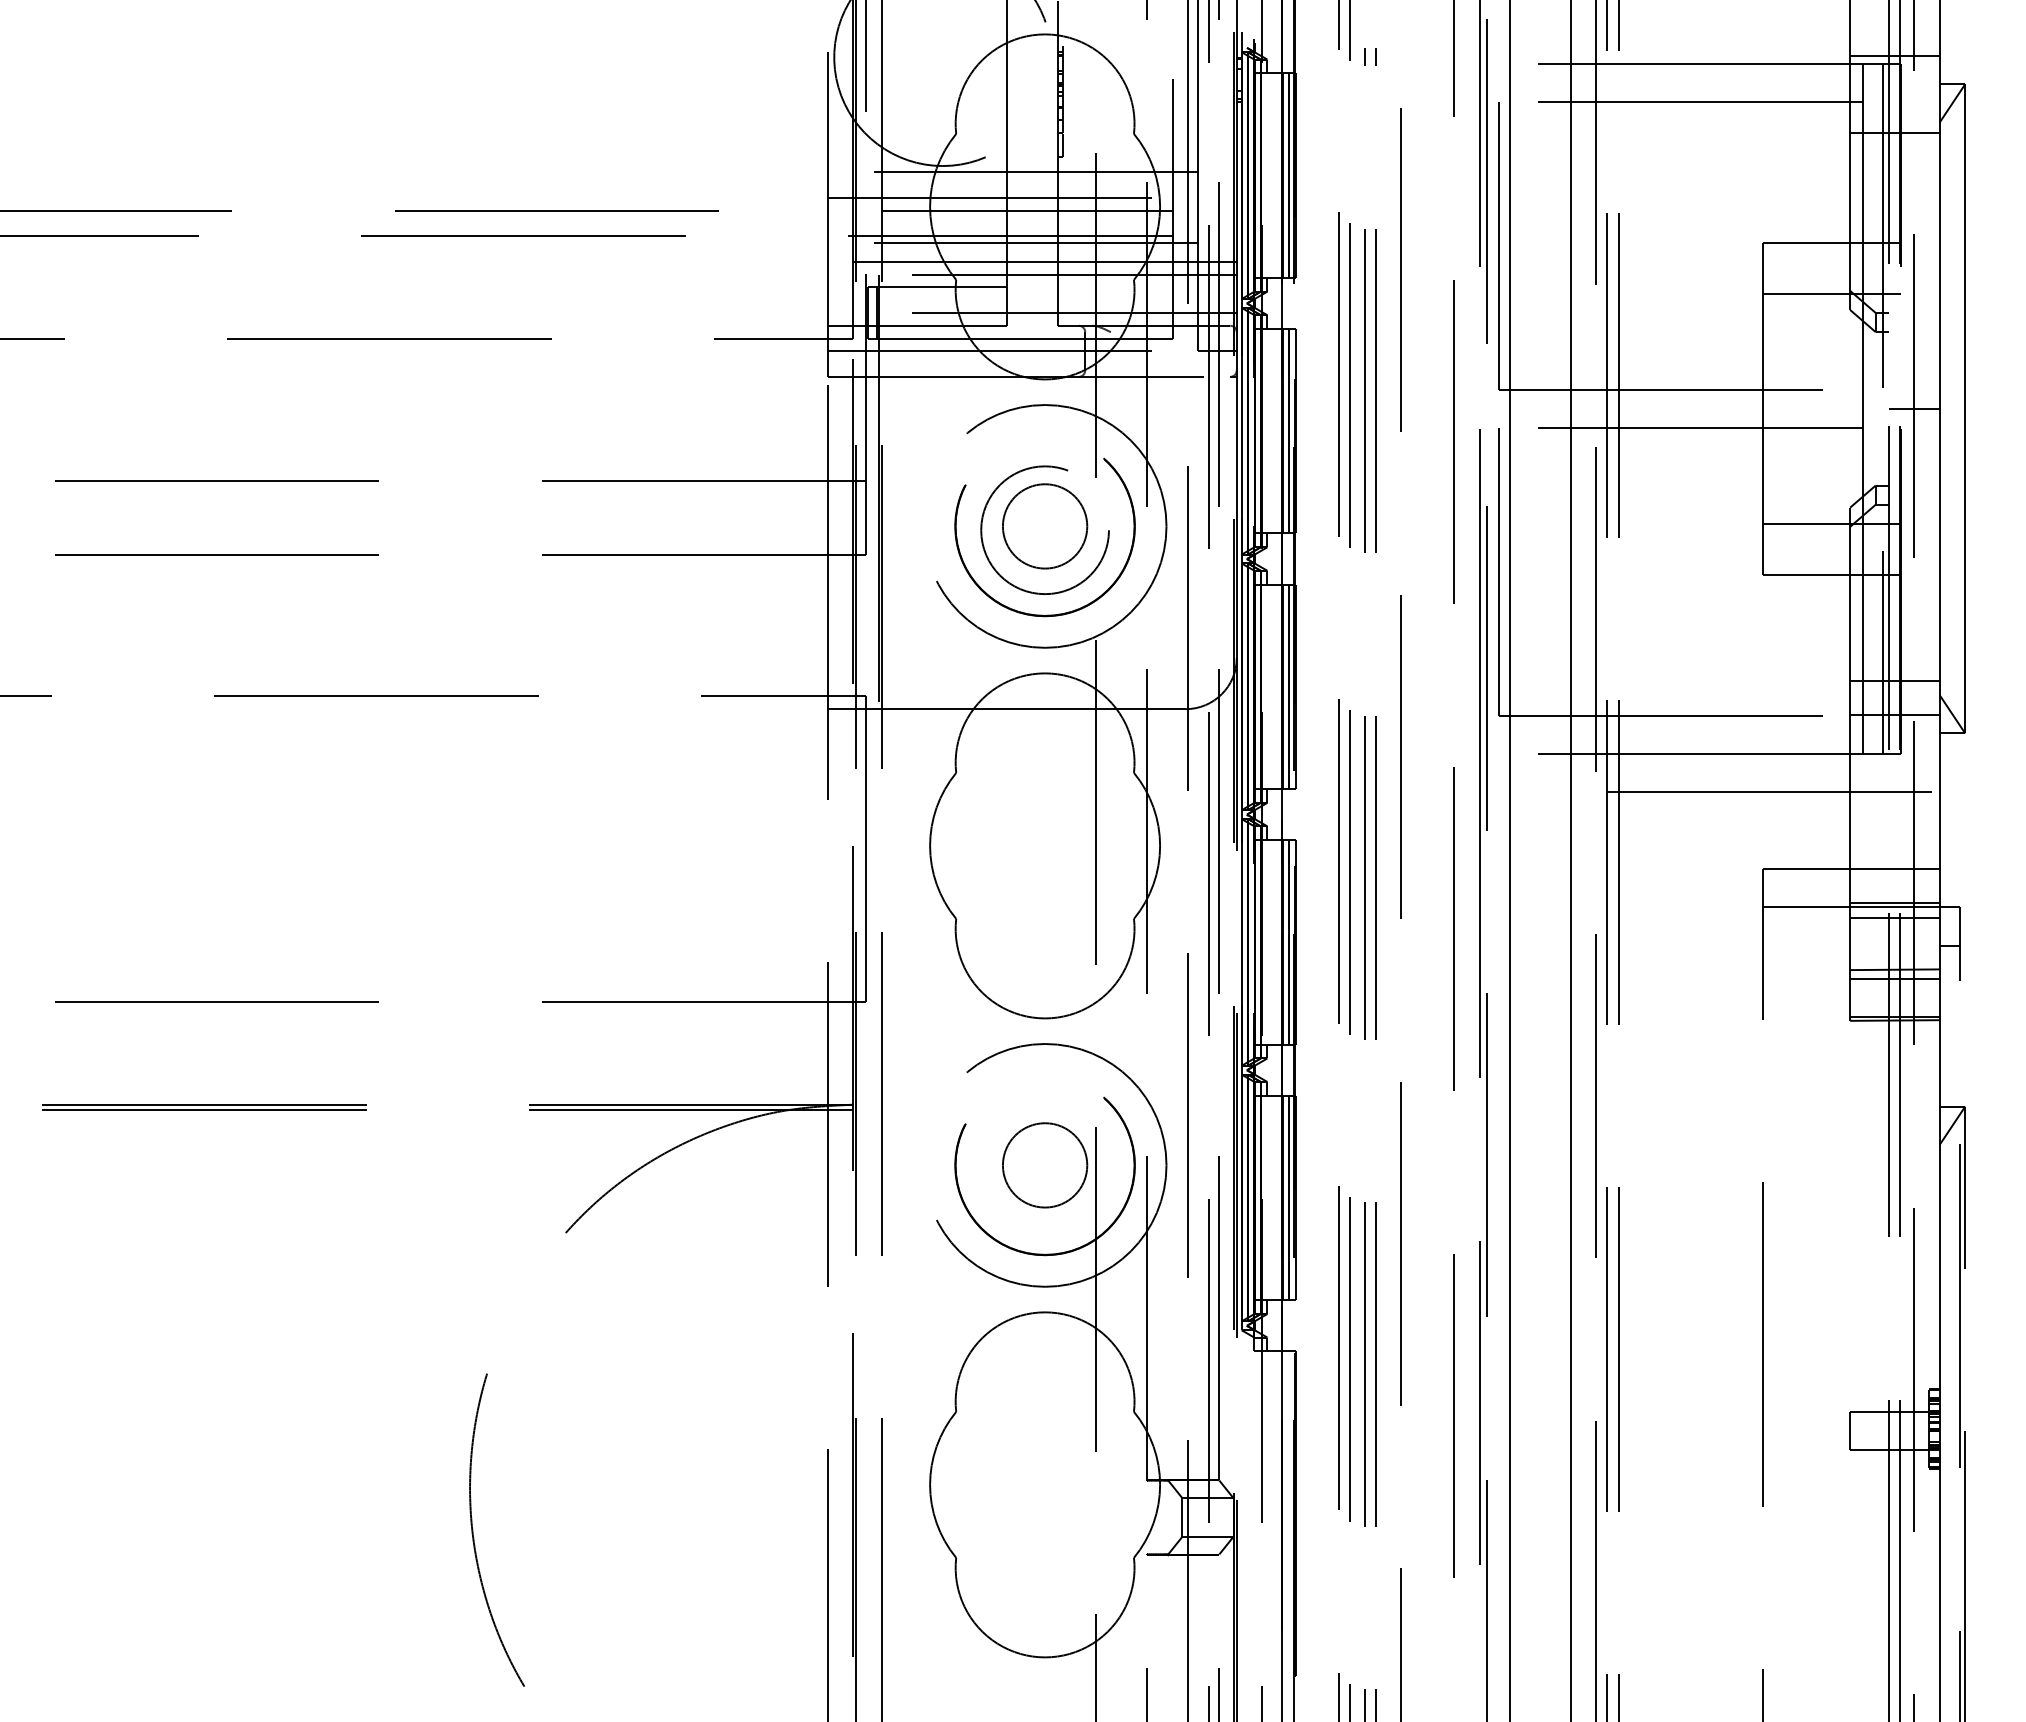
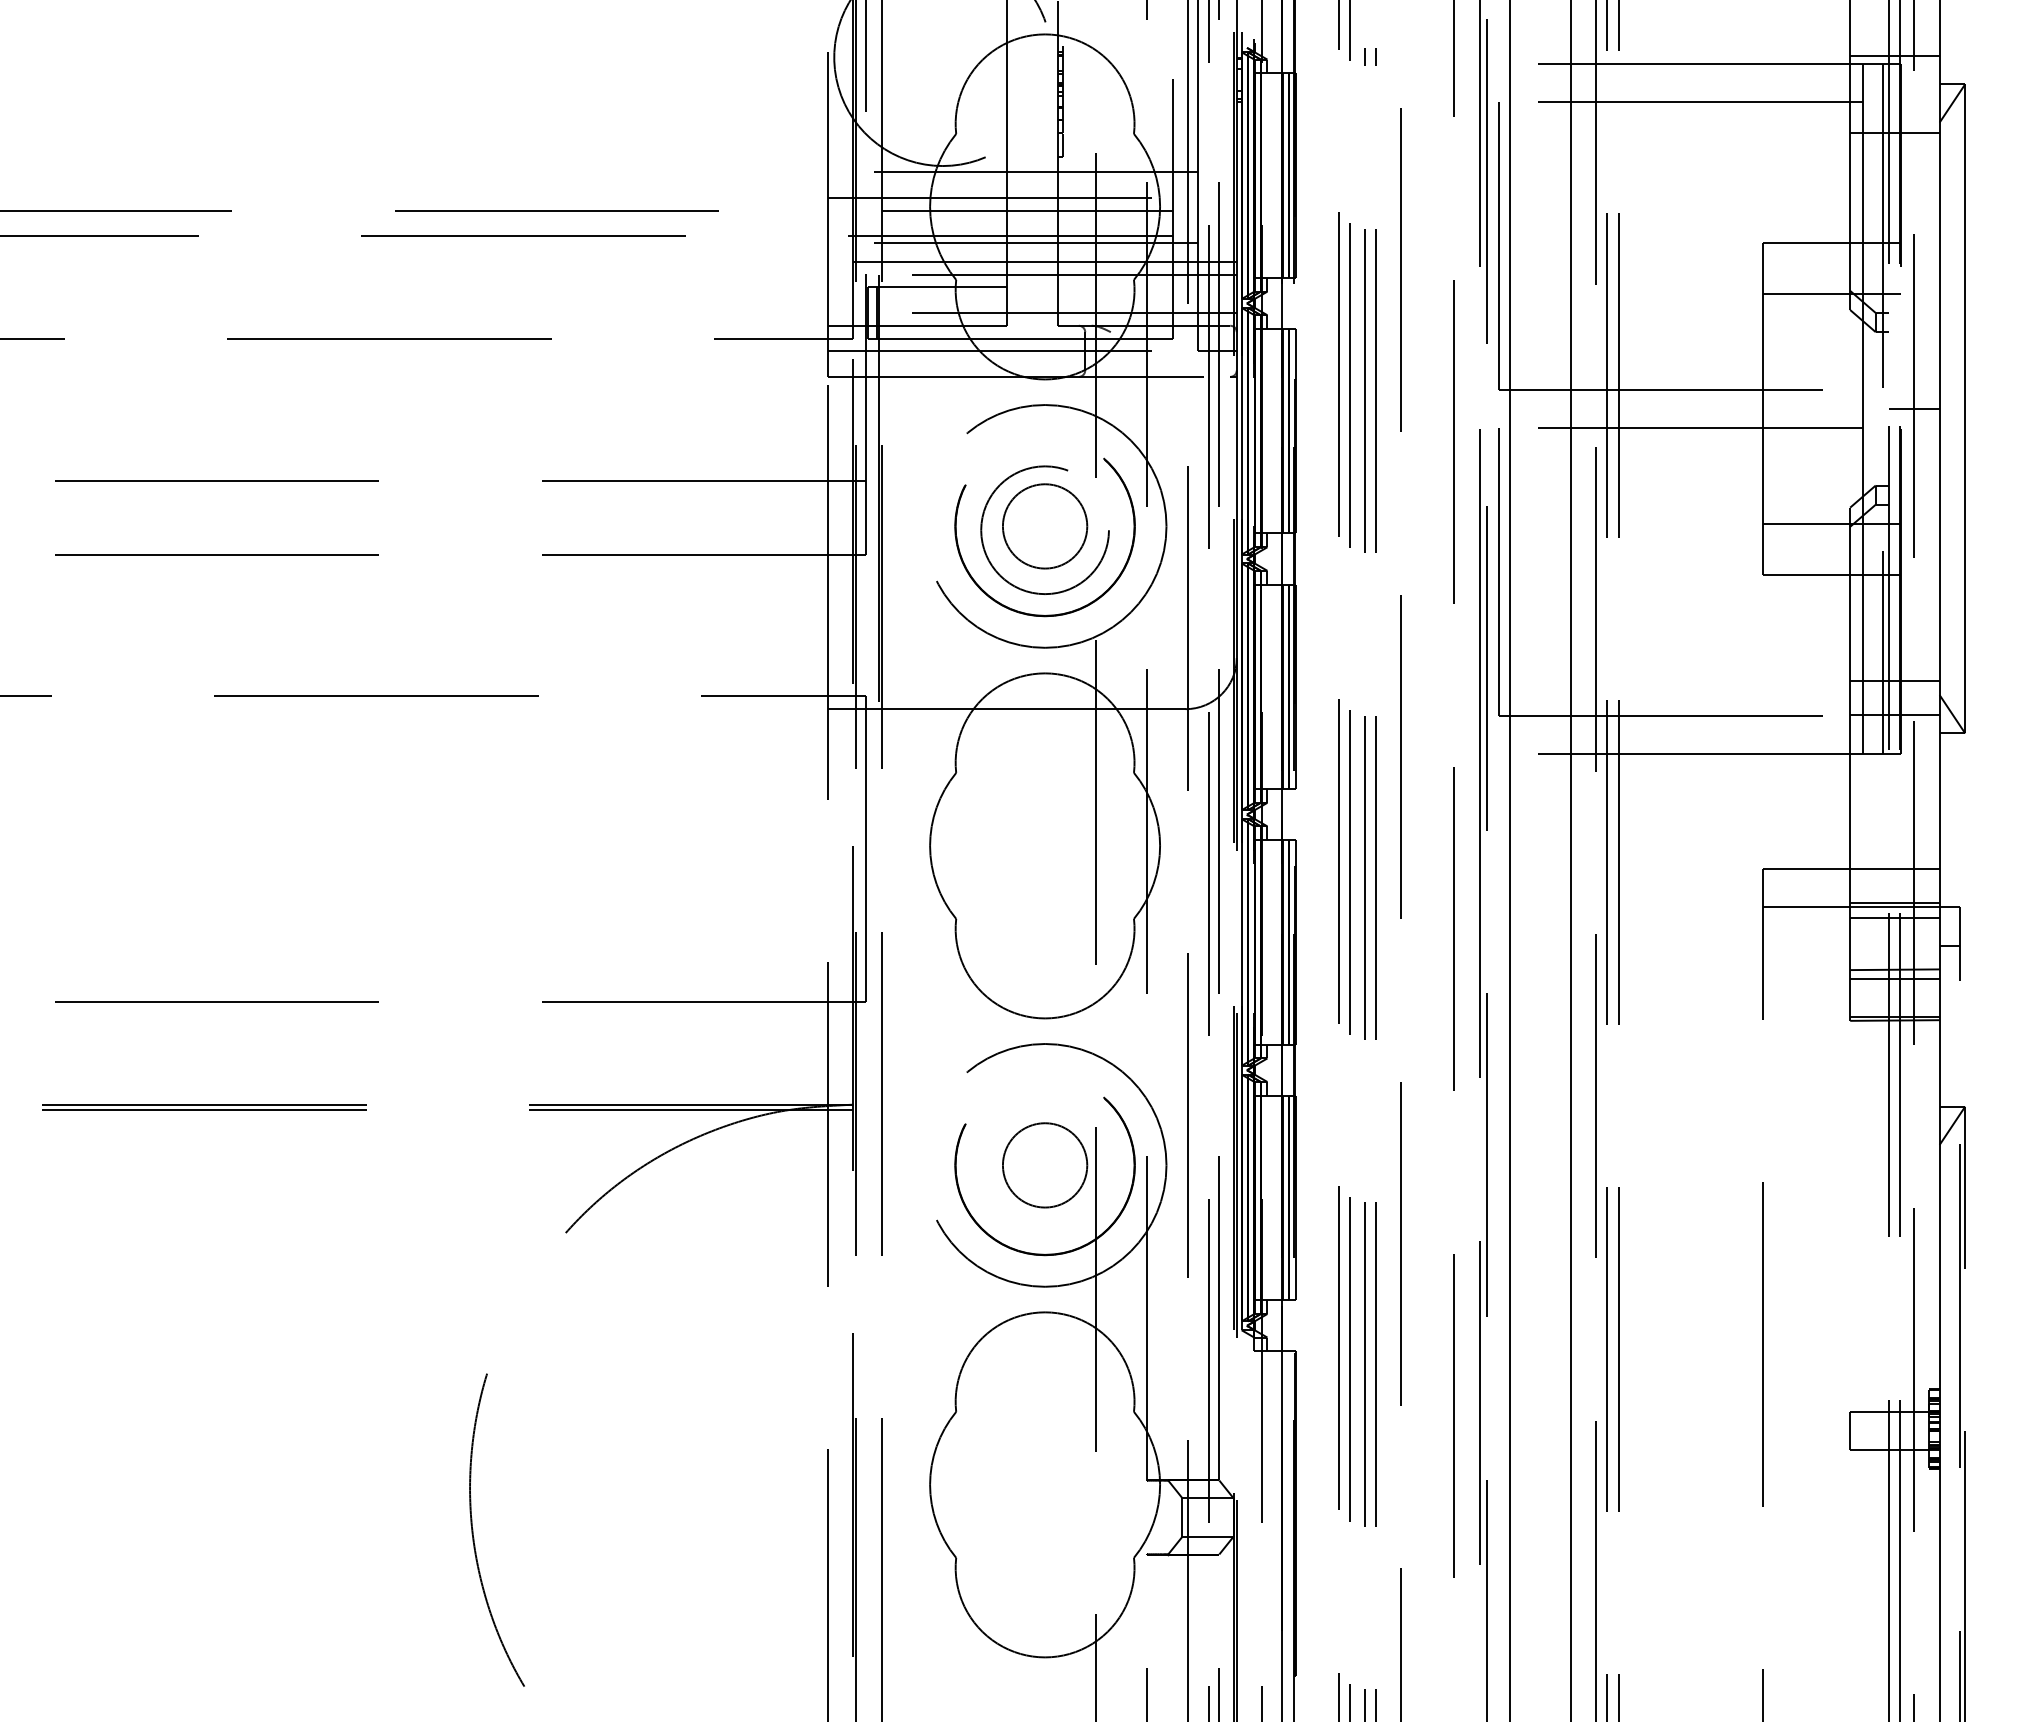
line at (1773, 792): present -> none
